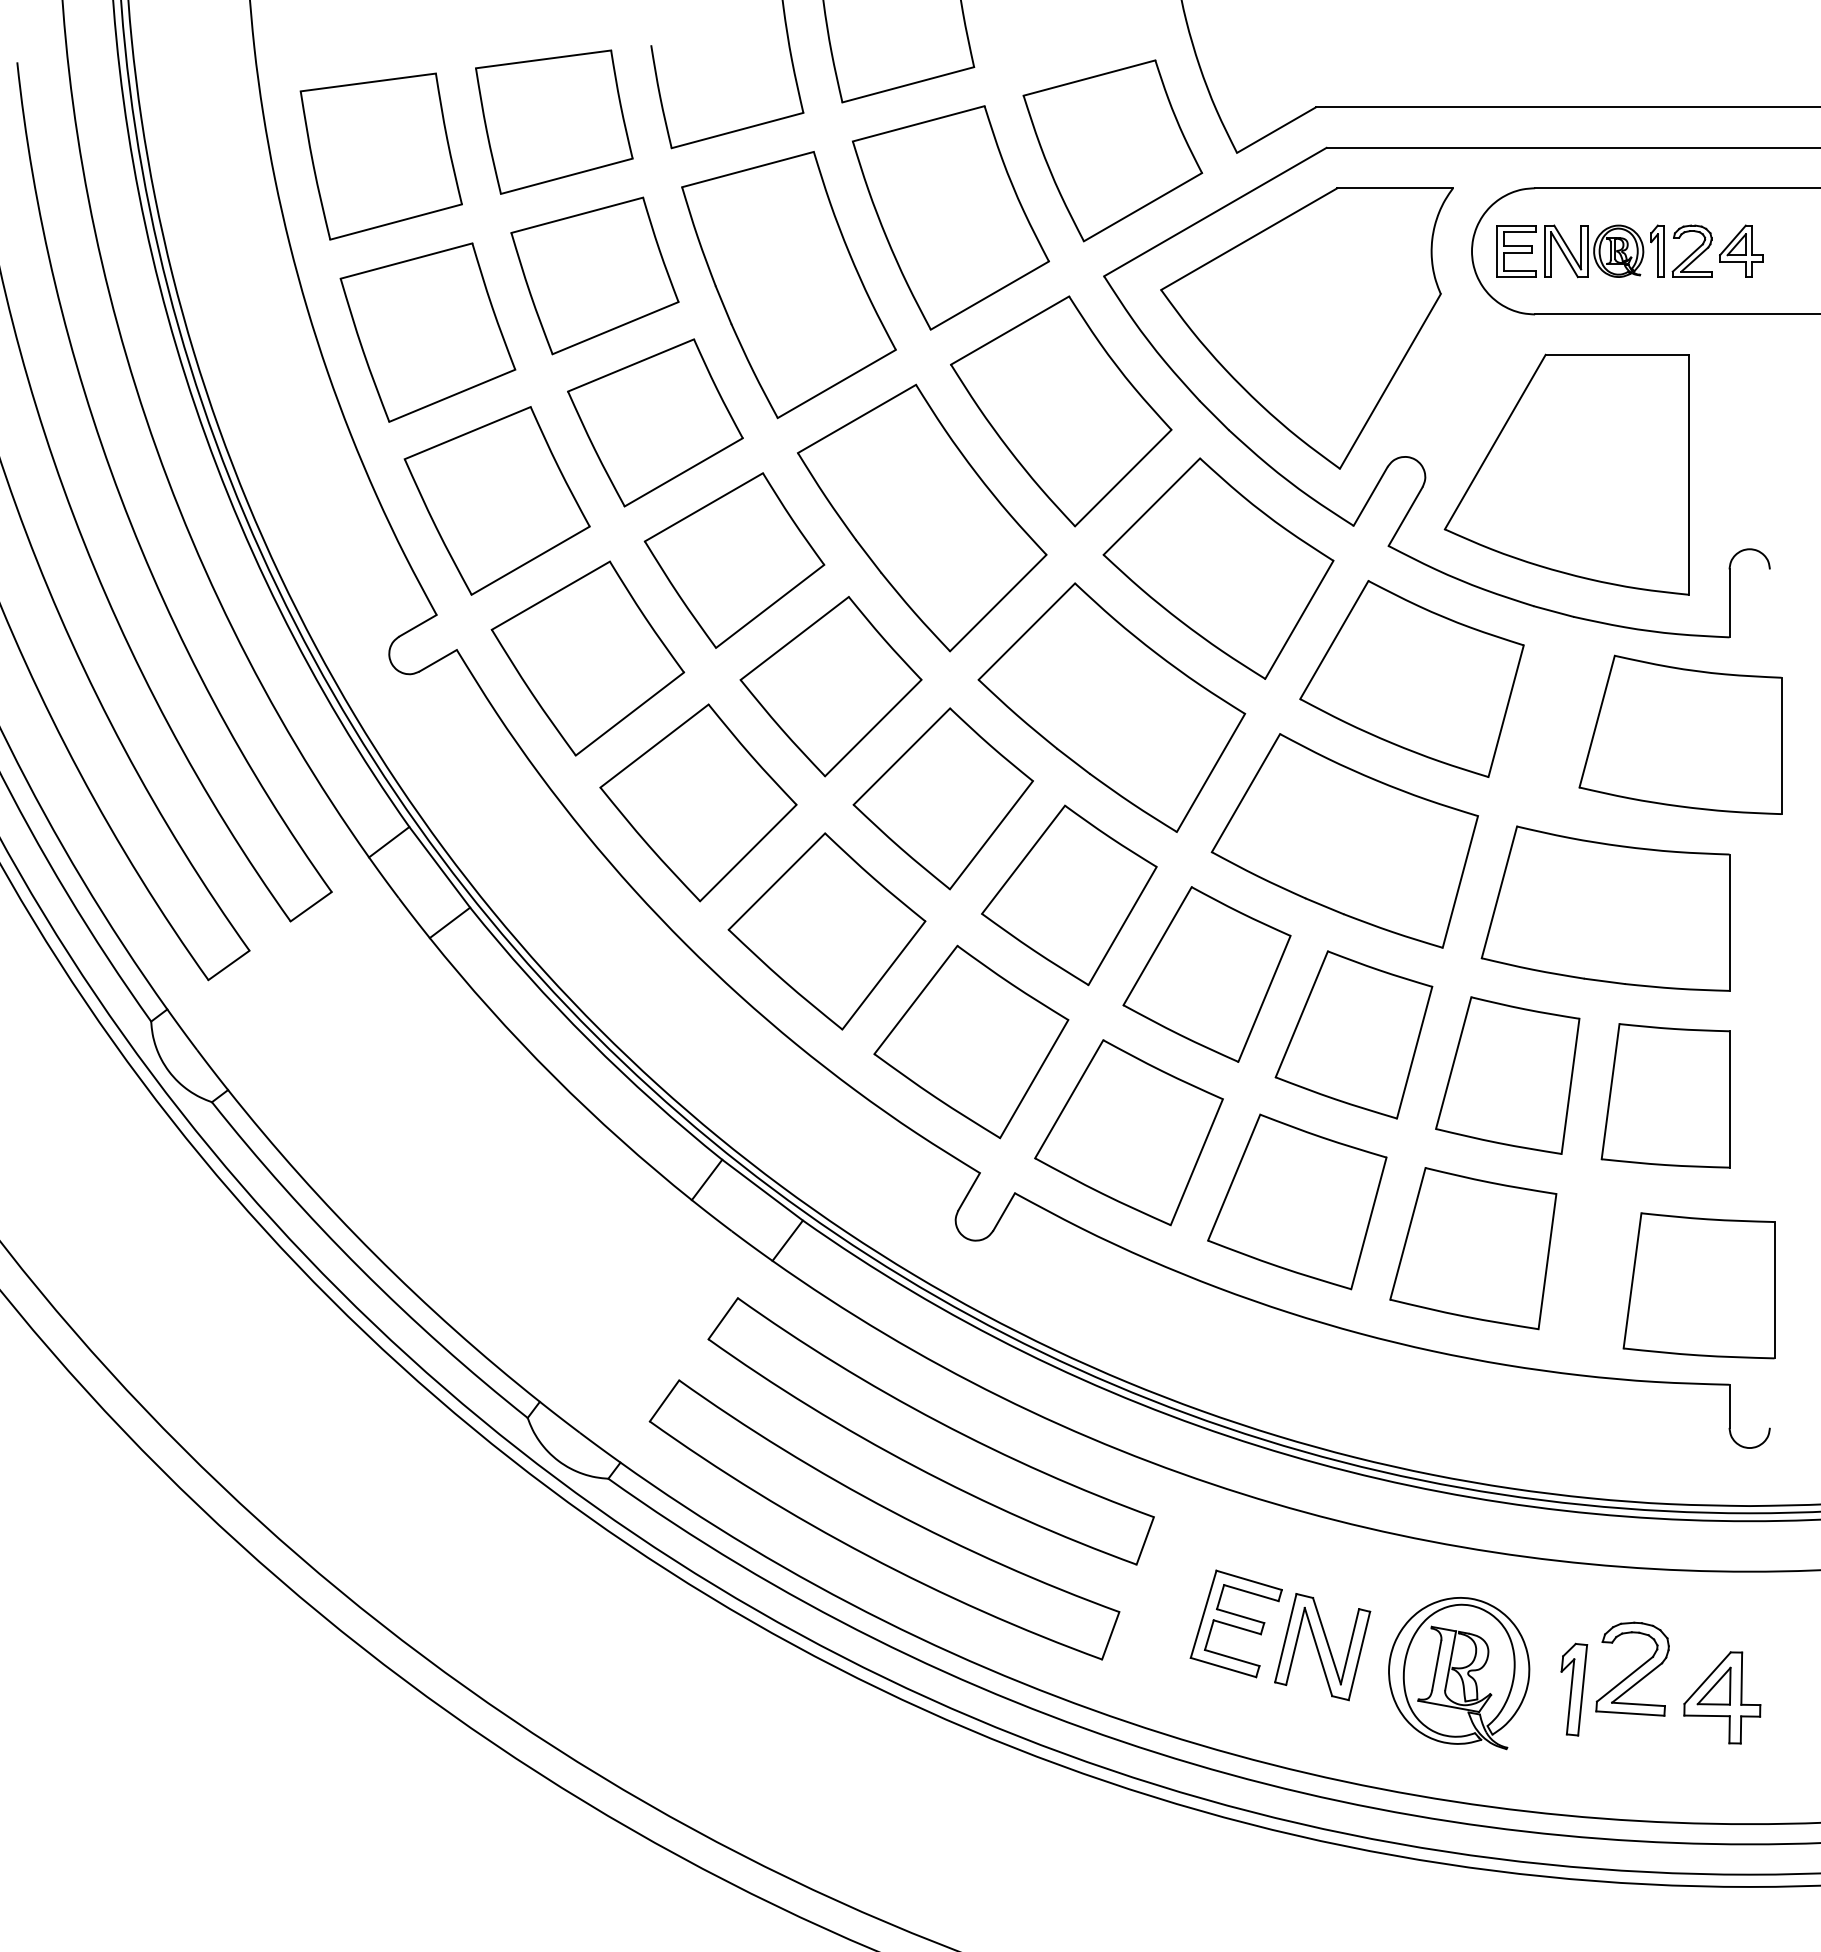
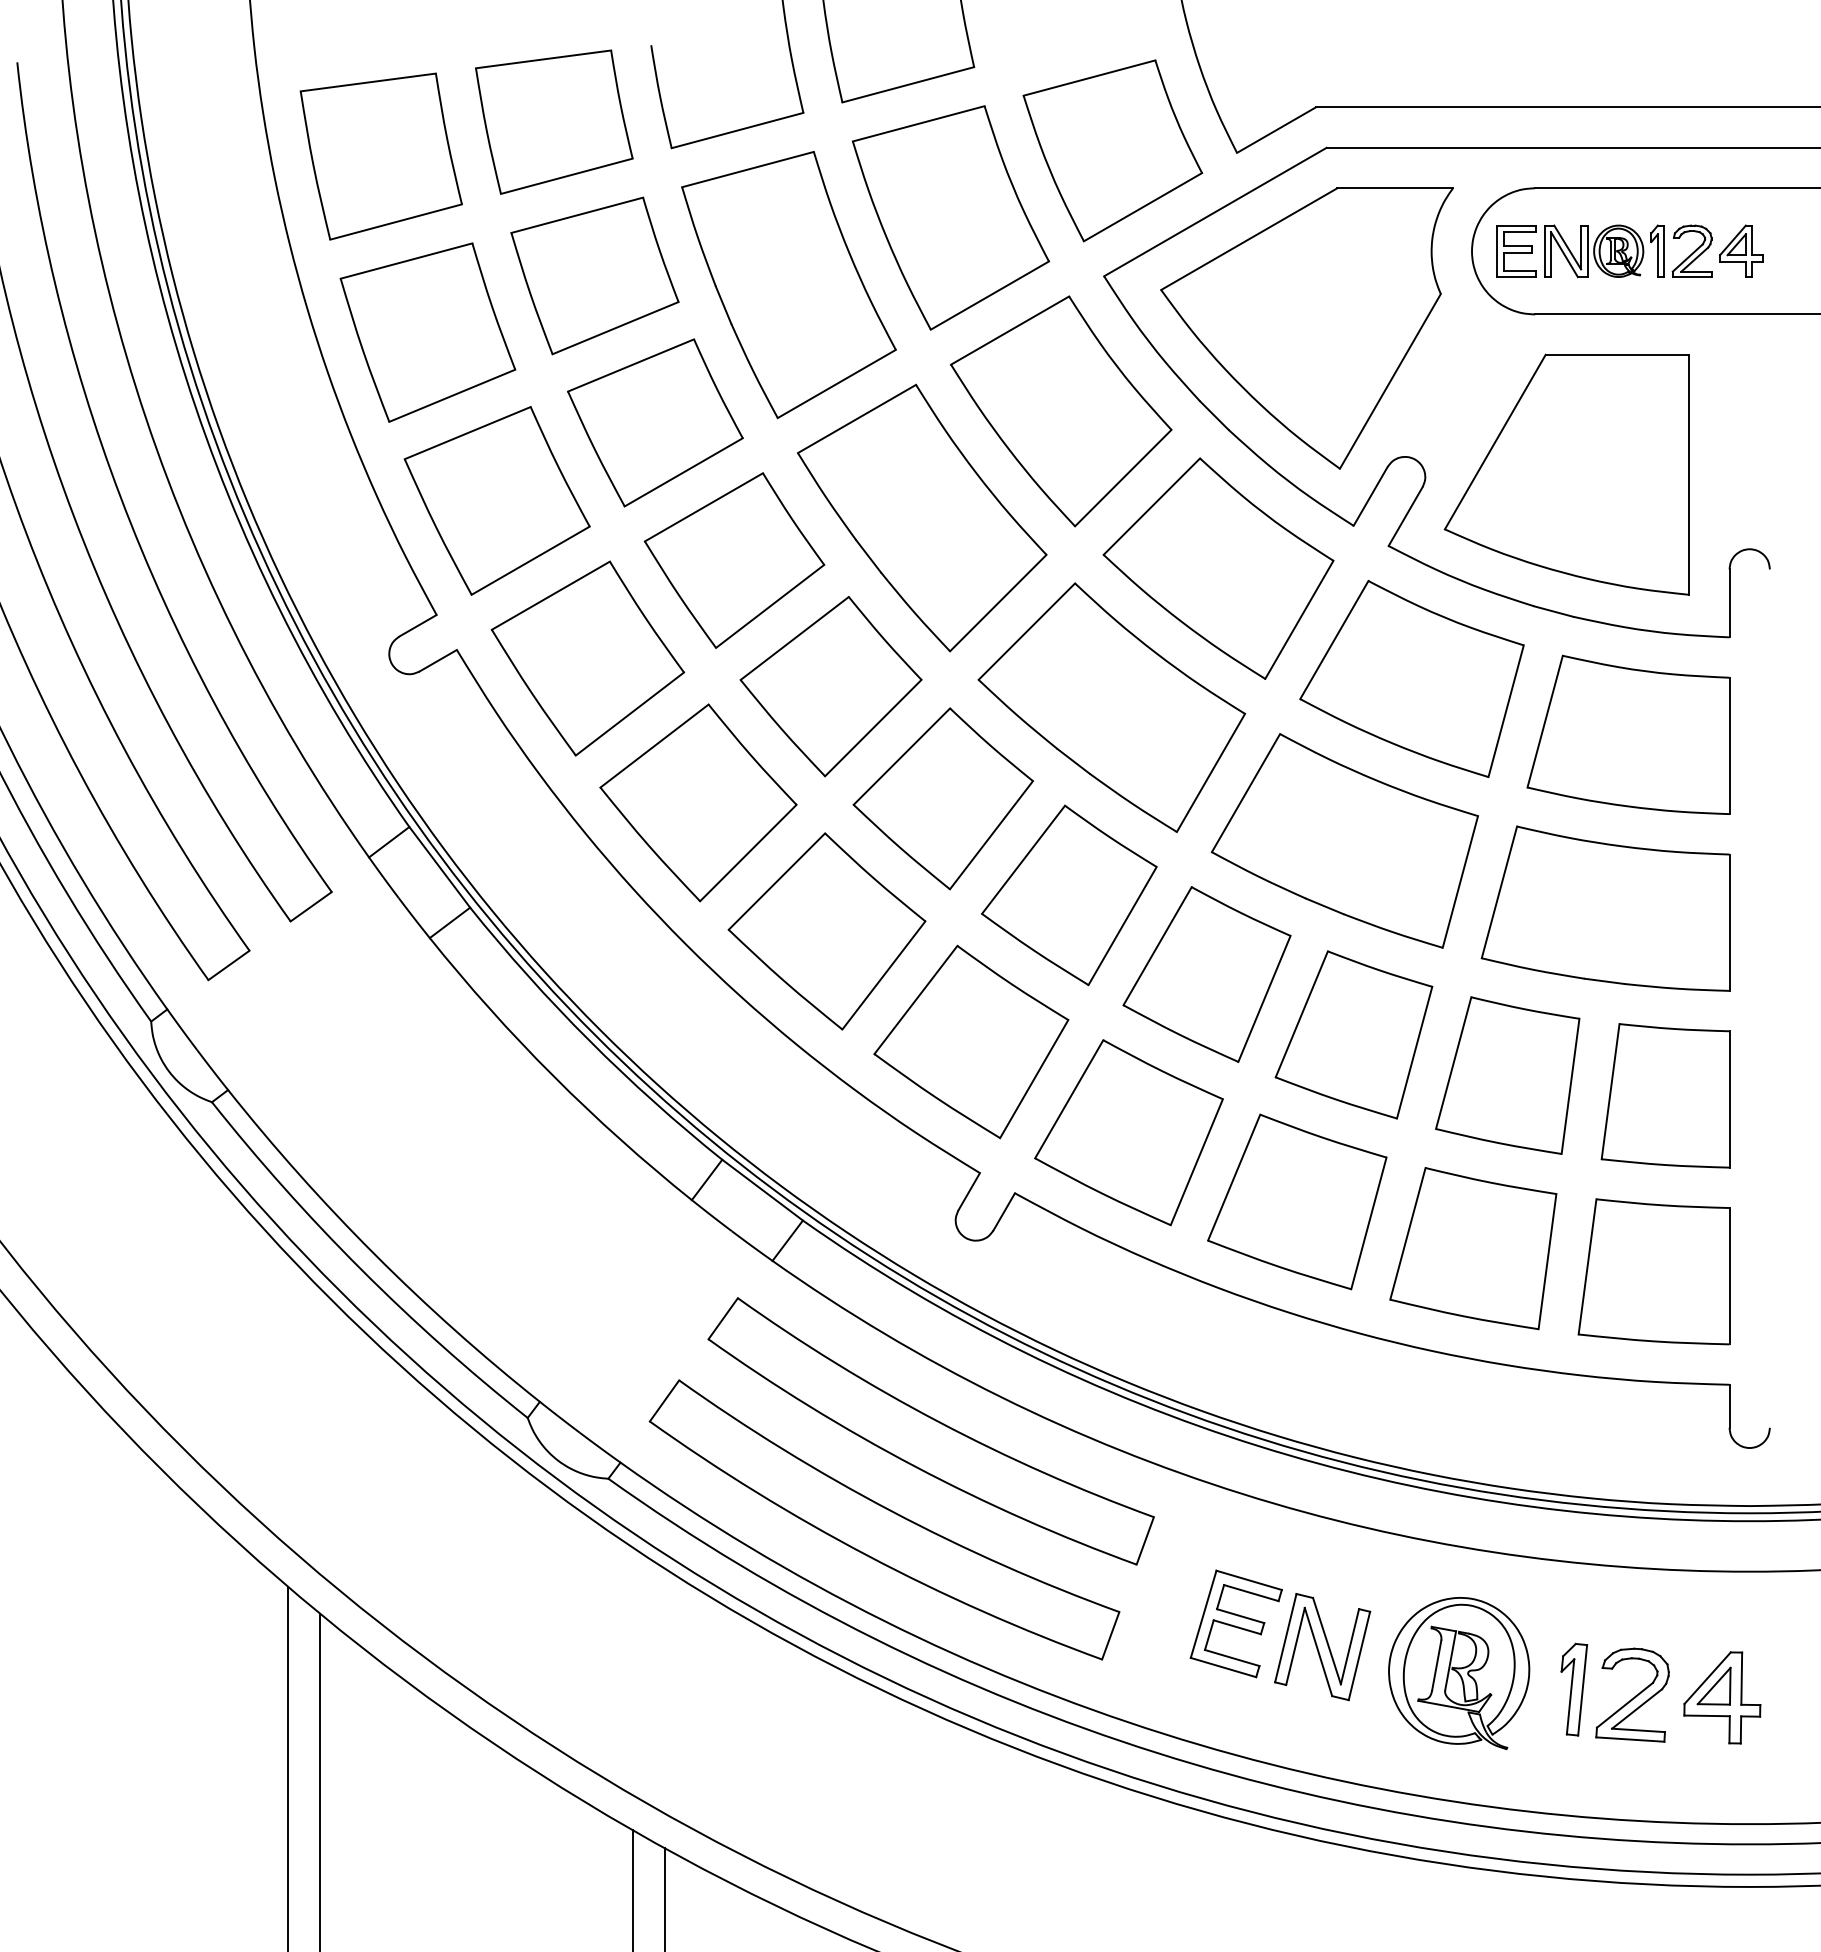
part at (1680, 734) position: (1680, 734) -> (1628, 734)
part at (1698, 1285) position: (1698, 1285) -> (1653, 1271)
part at (1632, 1668) position: (1632, 1668) -> (1632, 1694)
line at (288, 1767): none -> present
line at (320, 1780): none -> present
line at (633, 1889): none -> present
line at (665, 1898): none -> present
